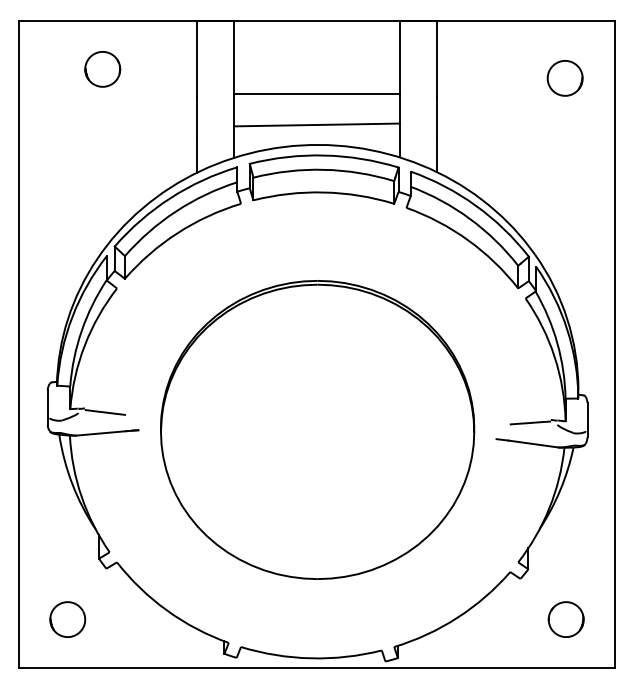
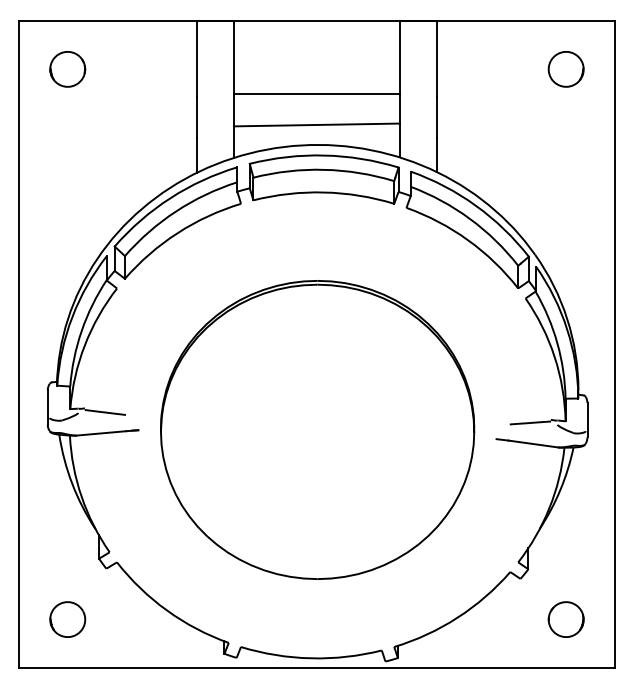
part at (102, 69) position: (102, 69) -> (67, 69)
part at (564, 78) position: (564, 78) -> (565, 69)
